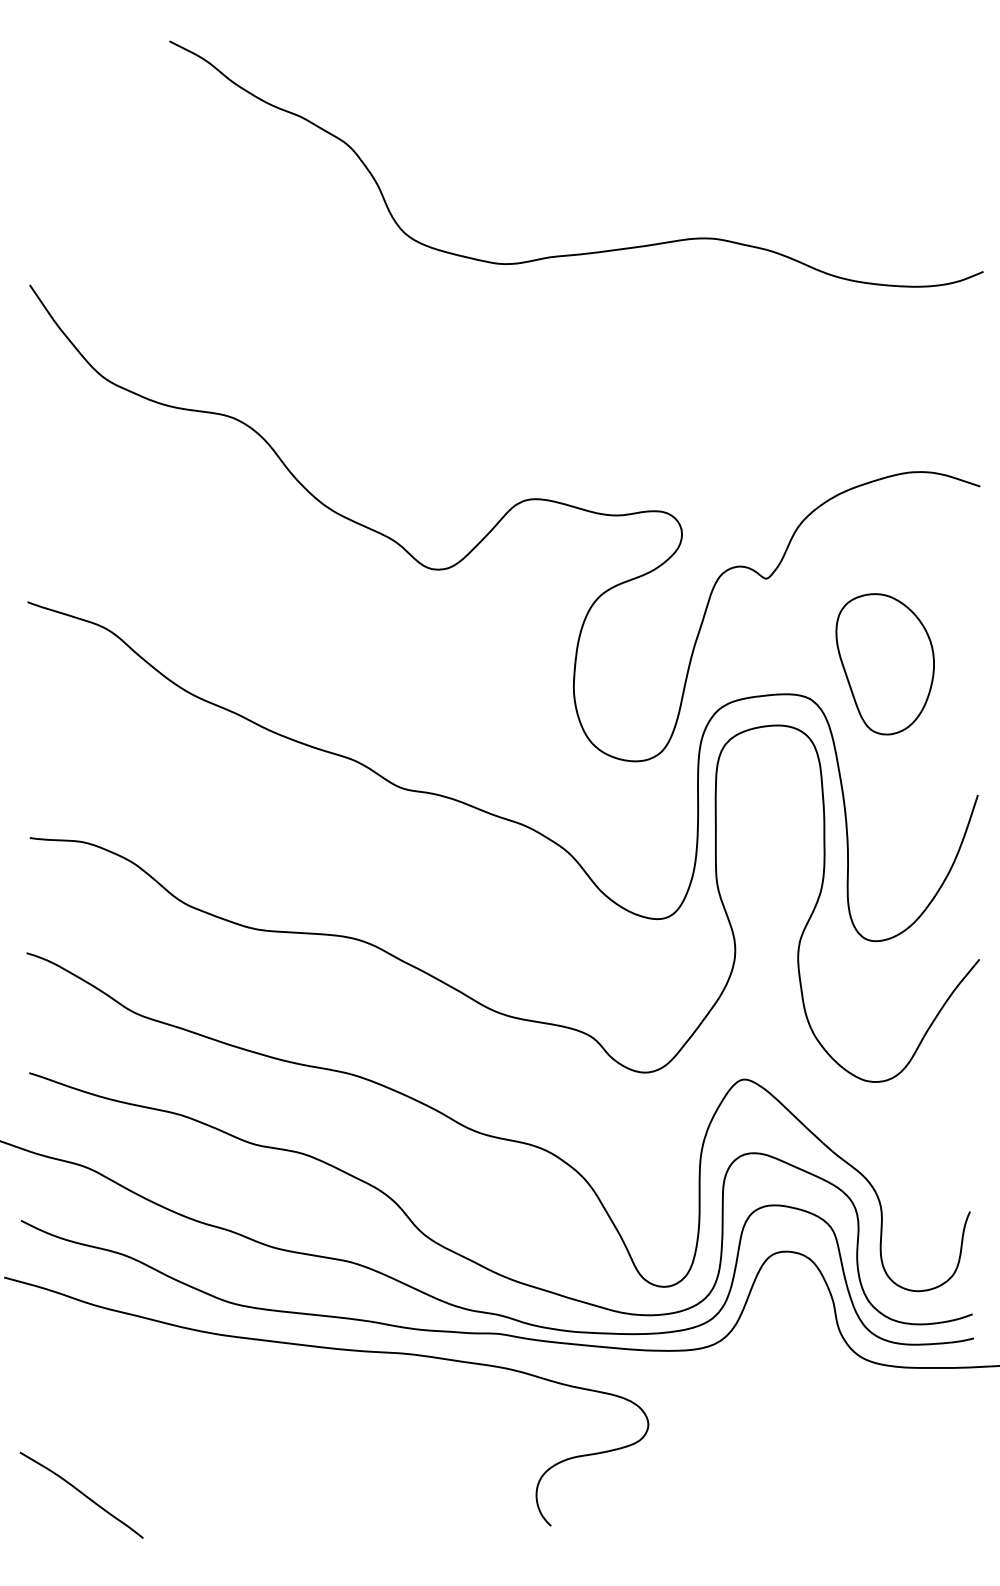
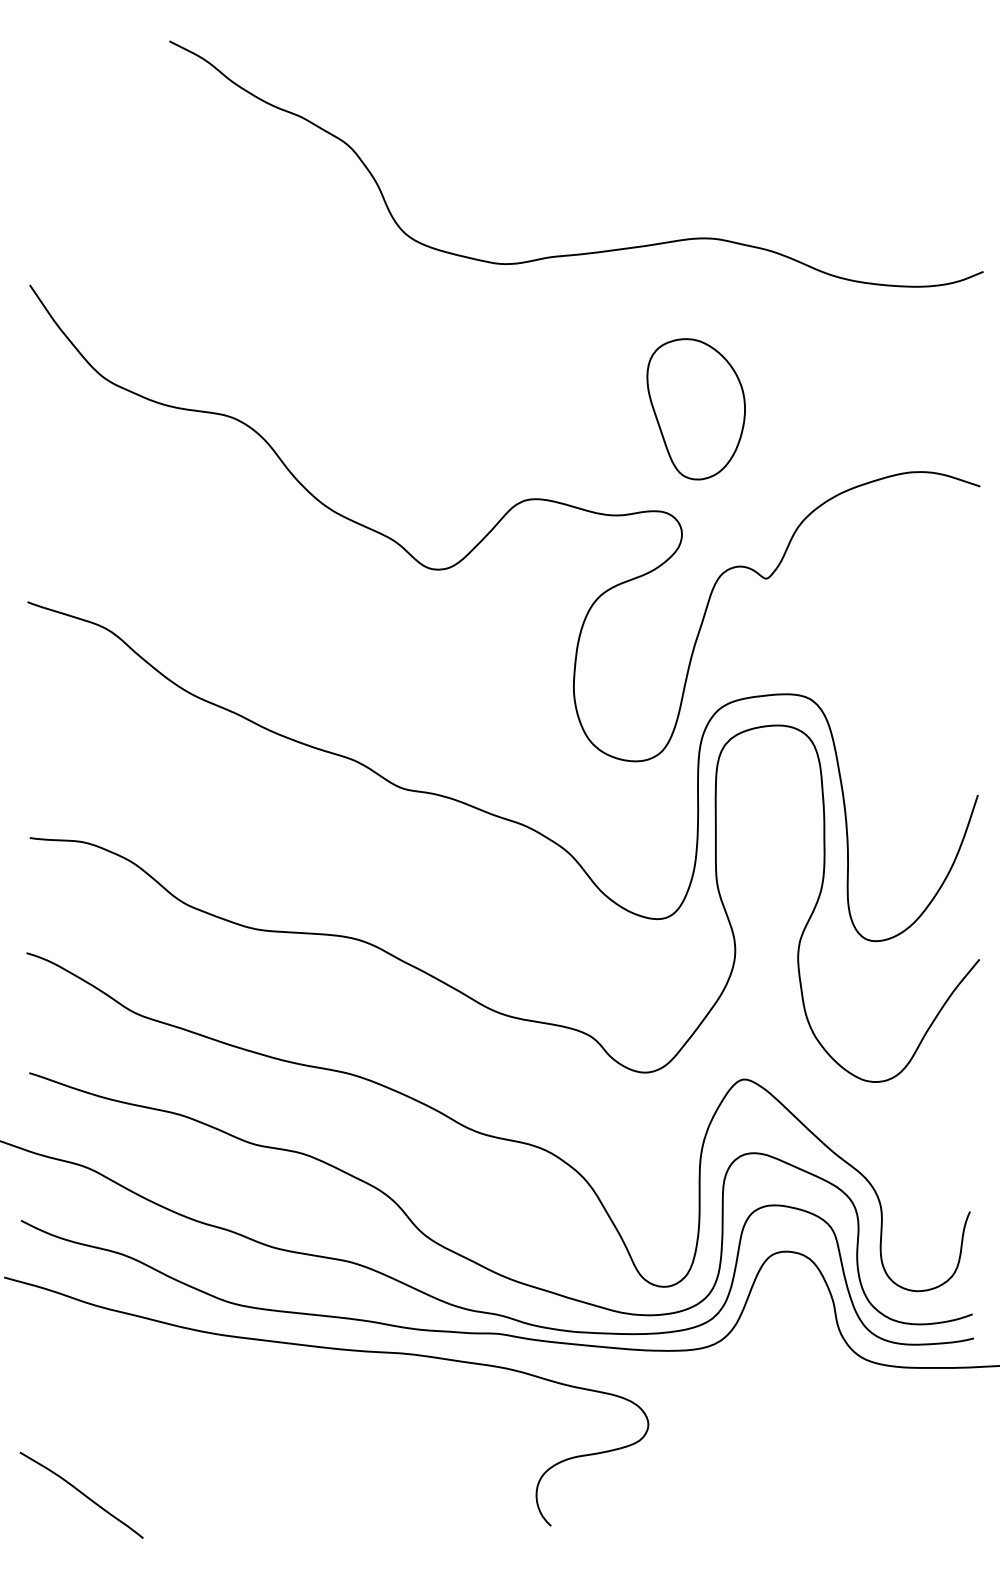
part at (884, 664) position: (884, 664) -> (695, 409)
